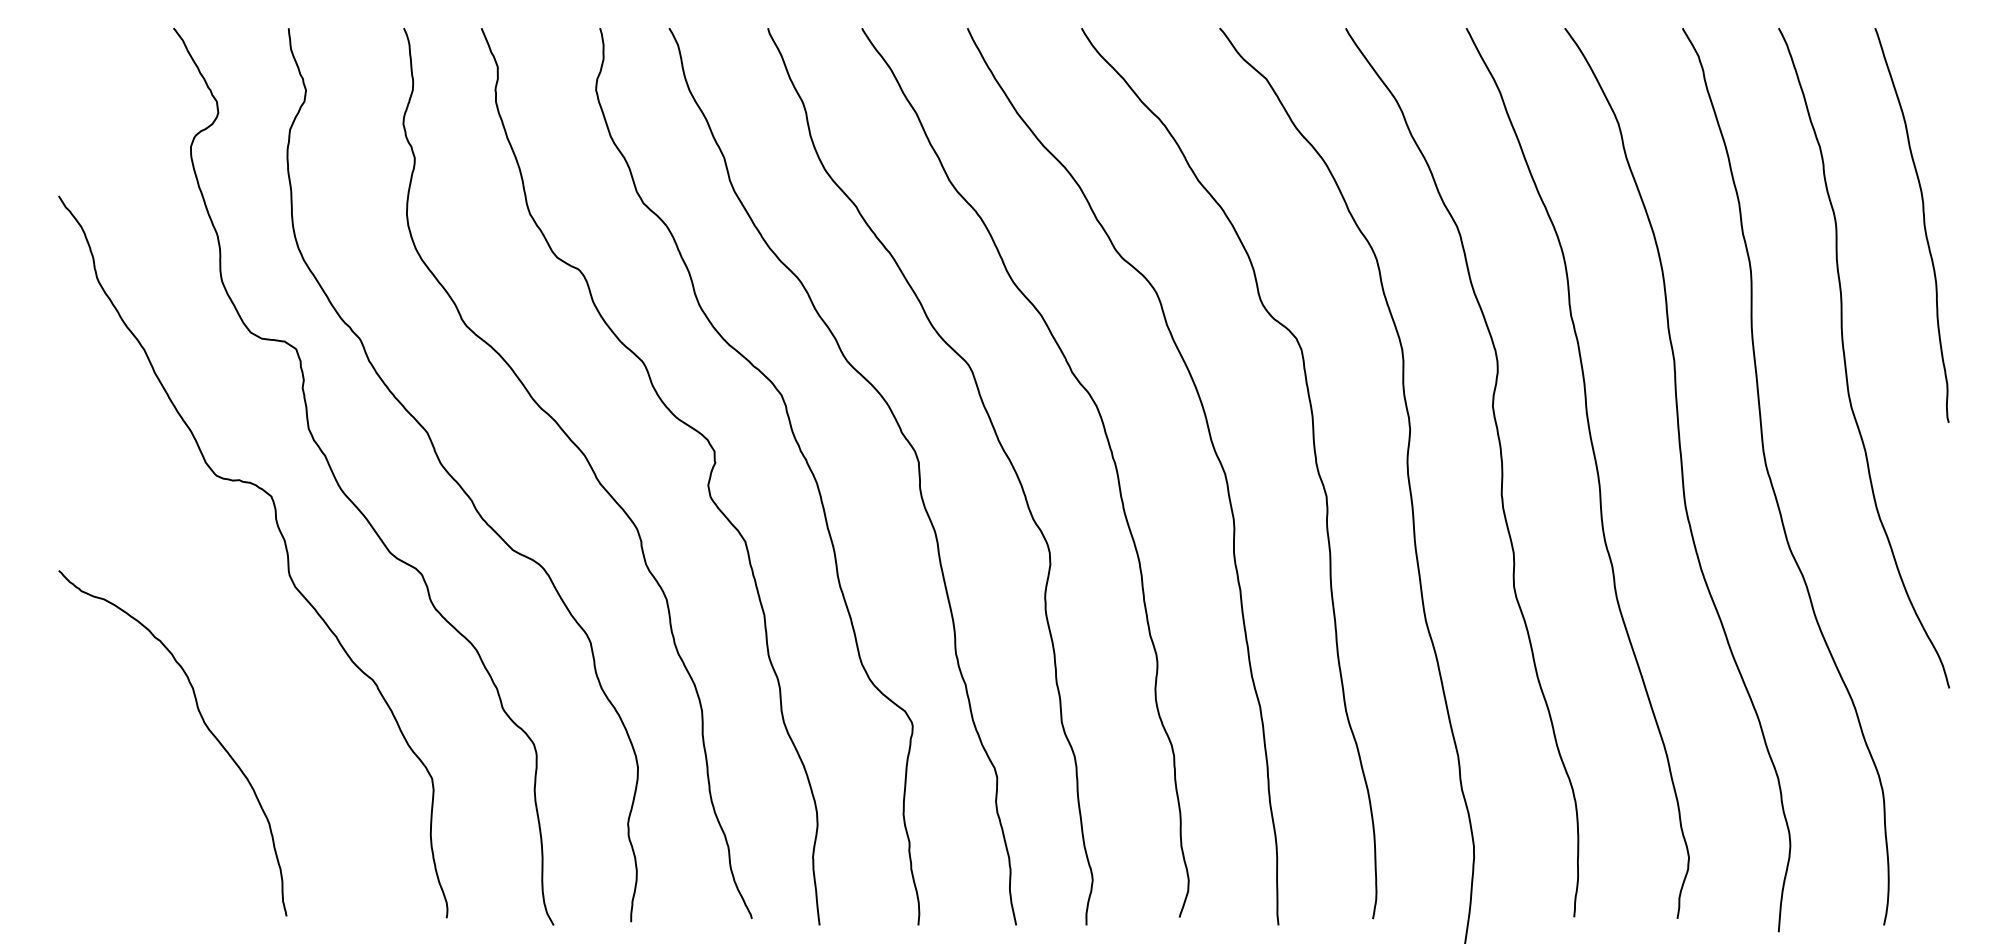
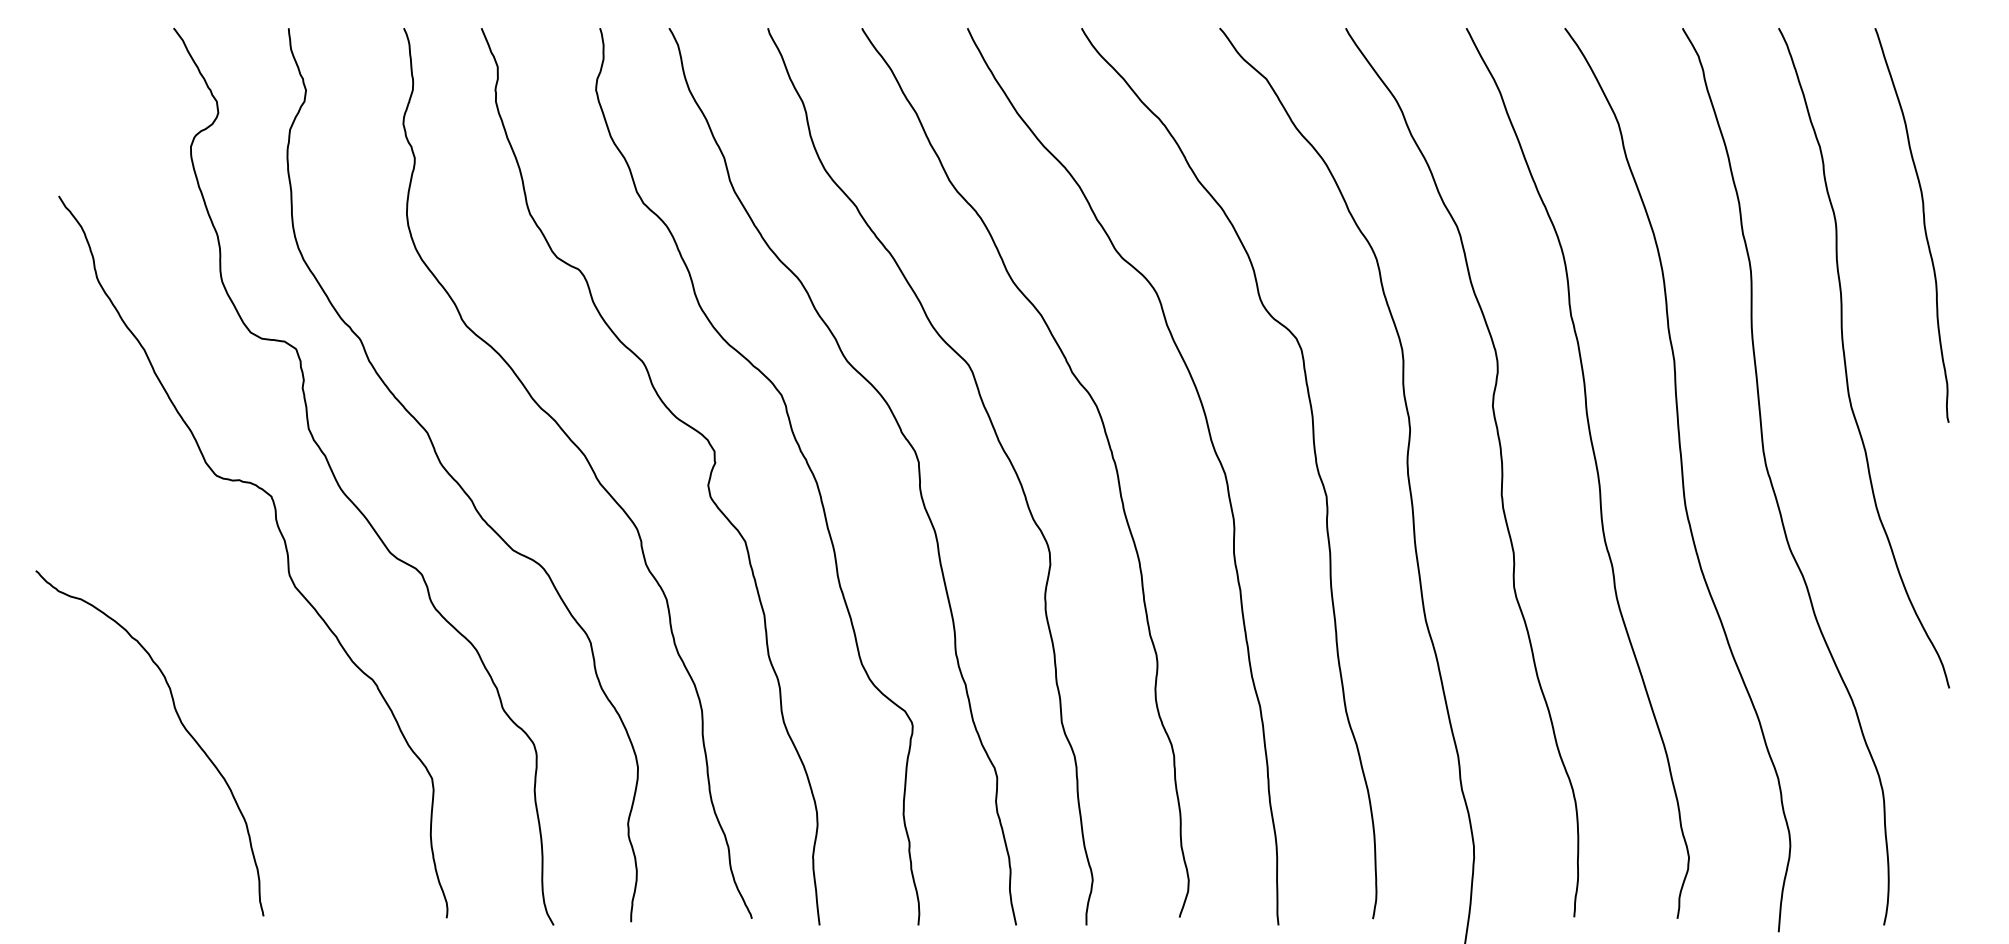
curve at (203, 723) position: (203, 723) -> (180, 723)
